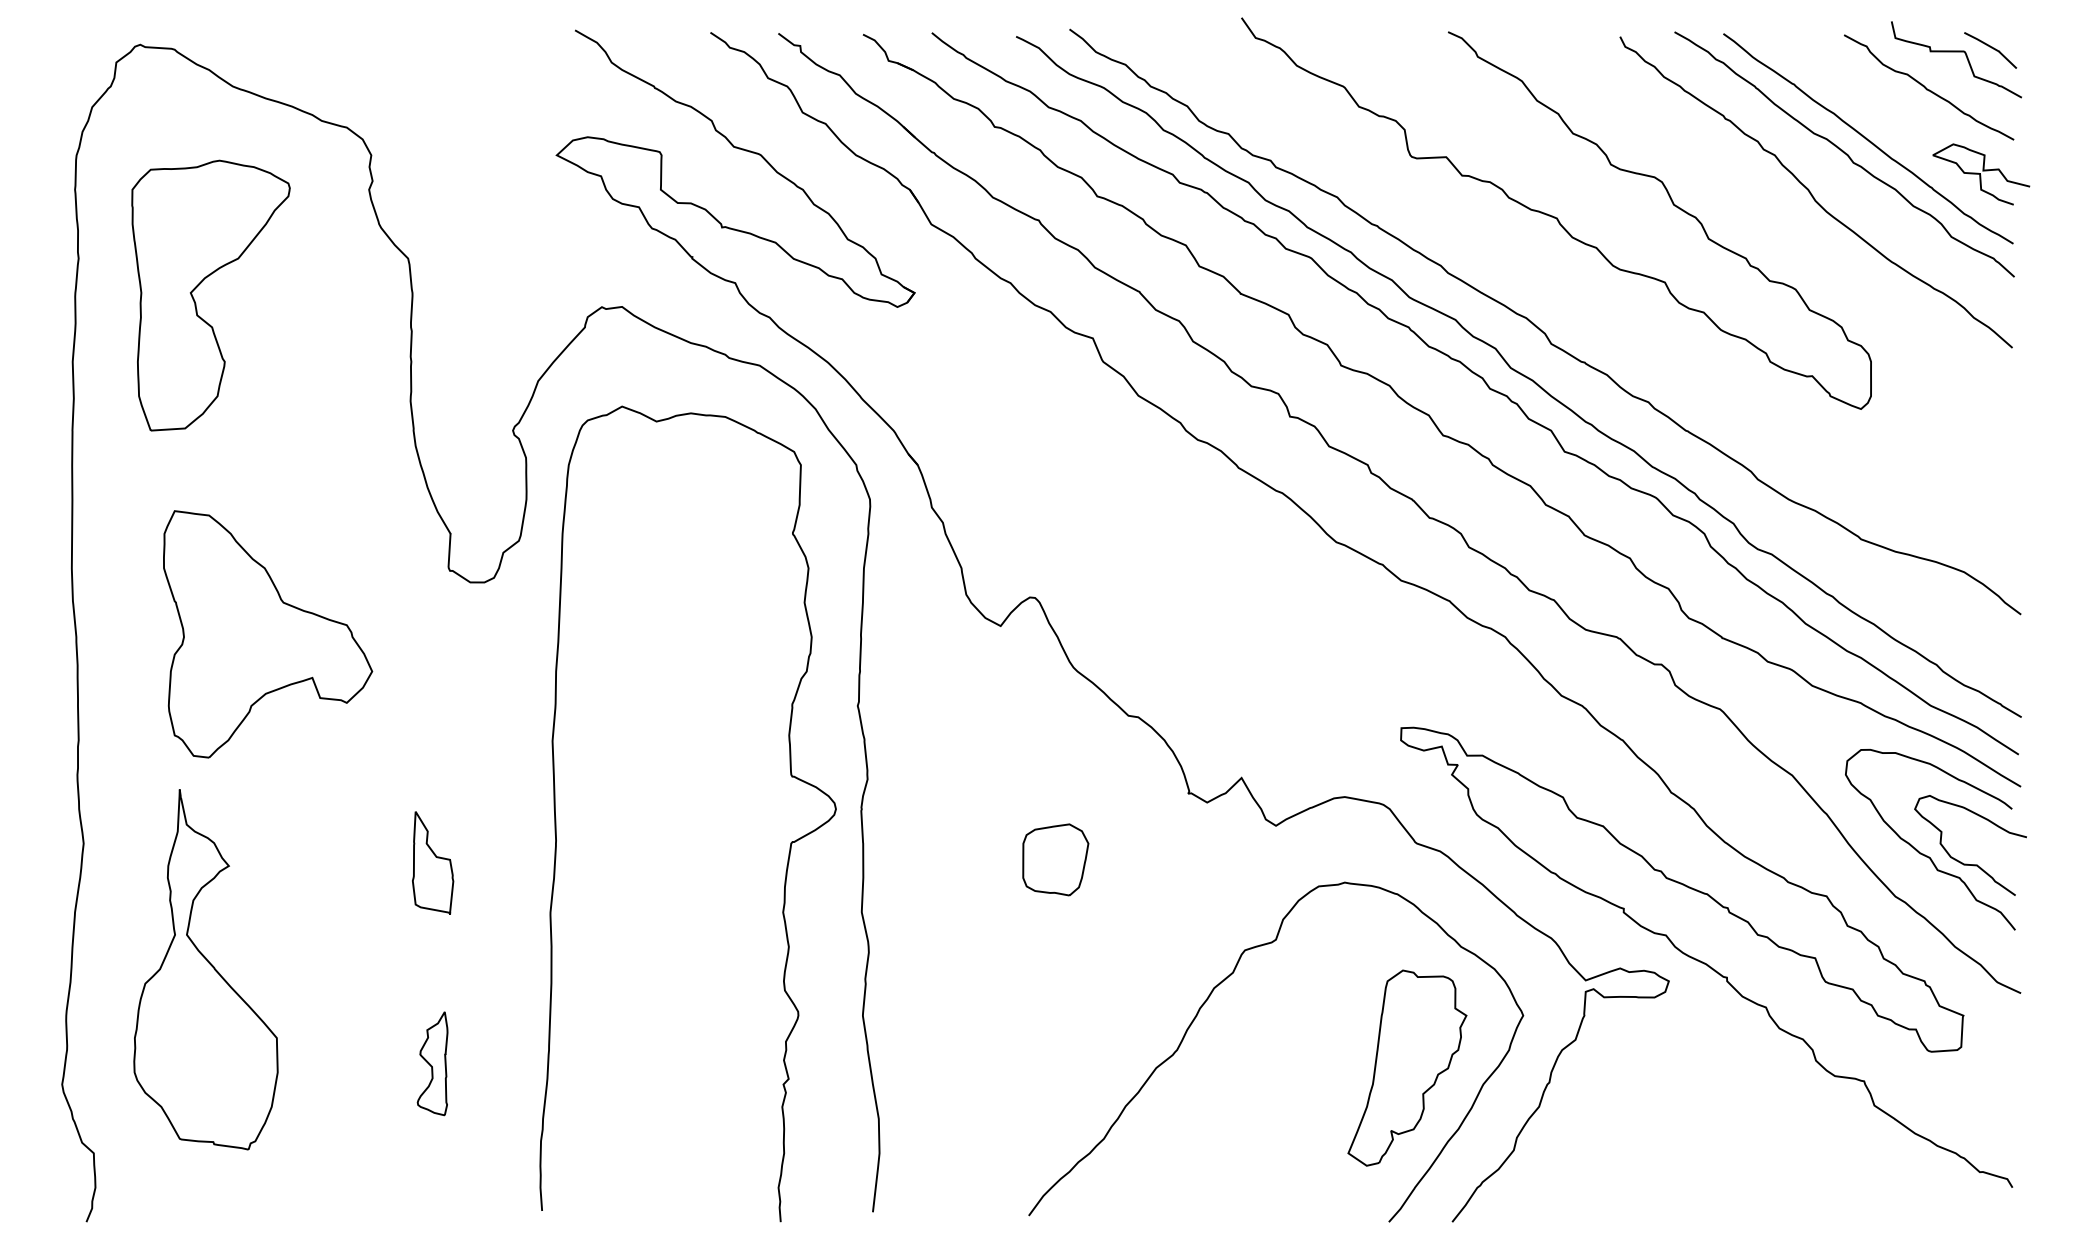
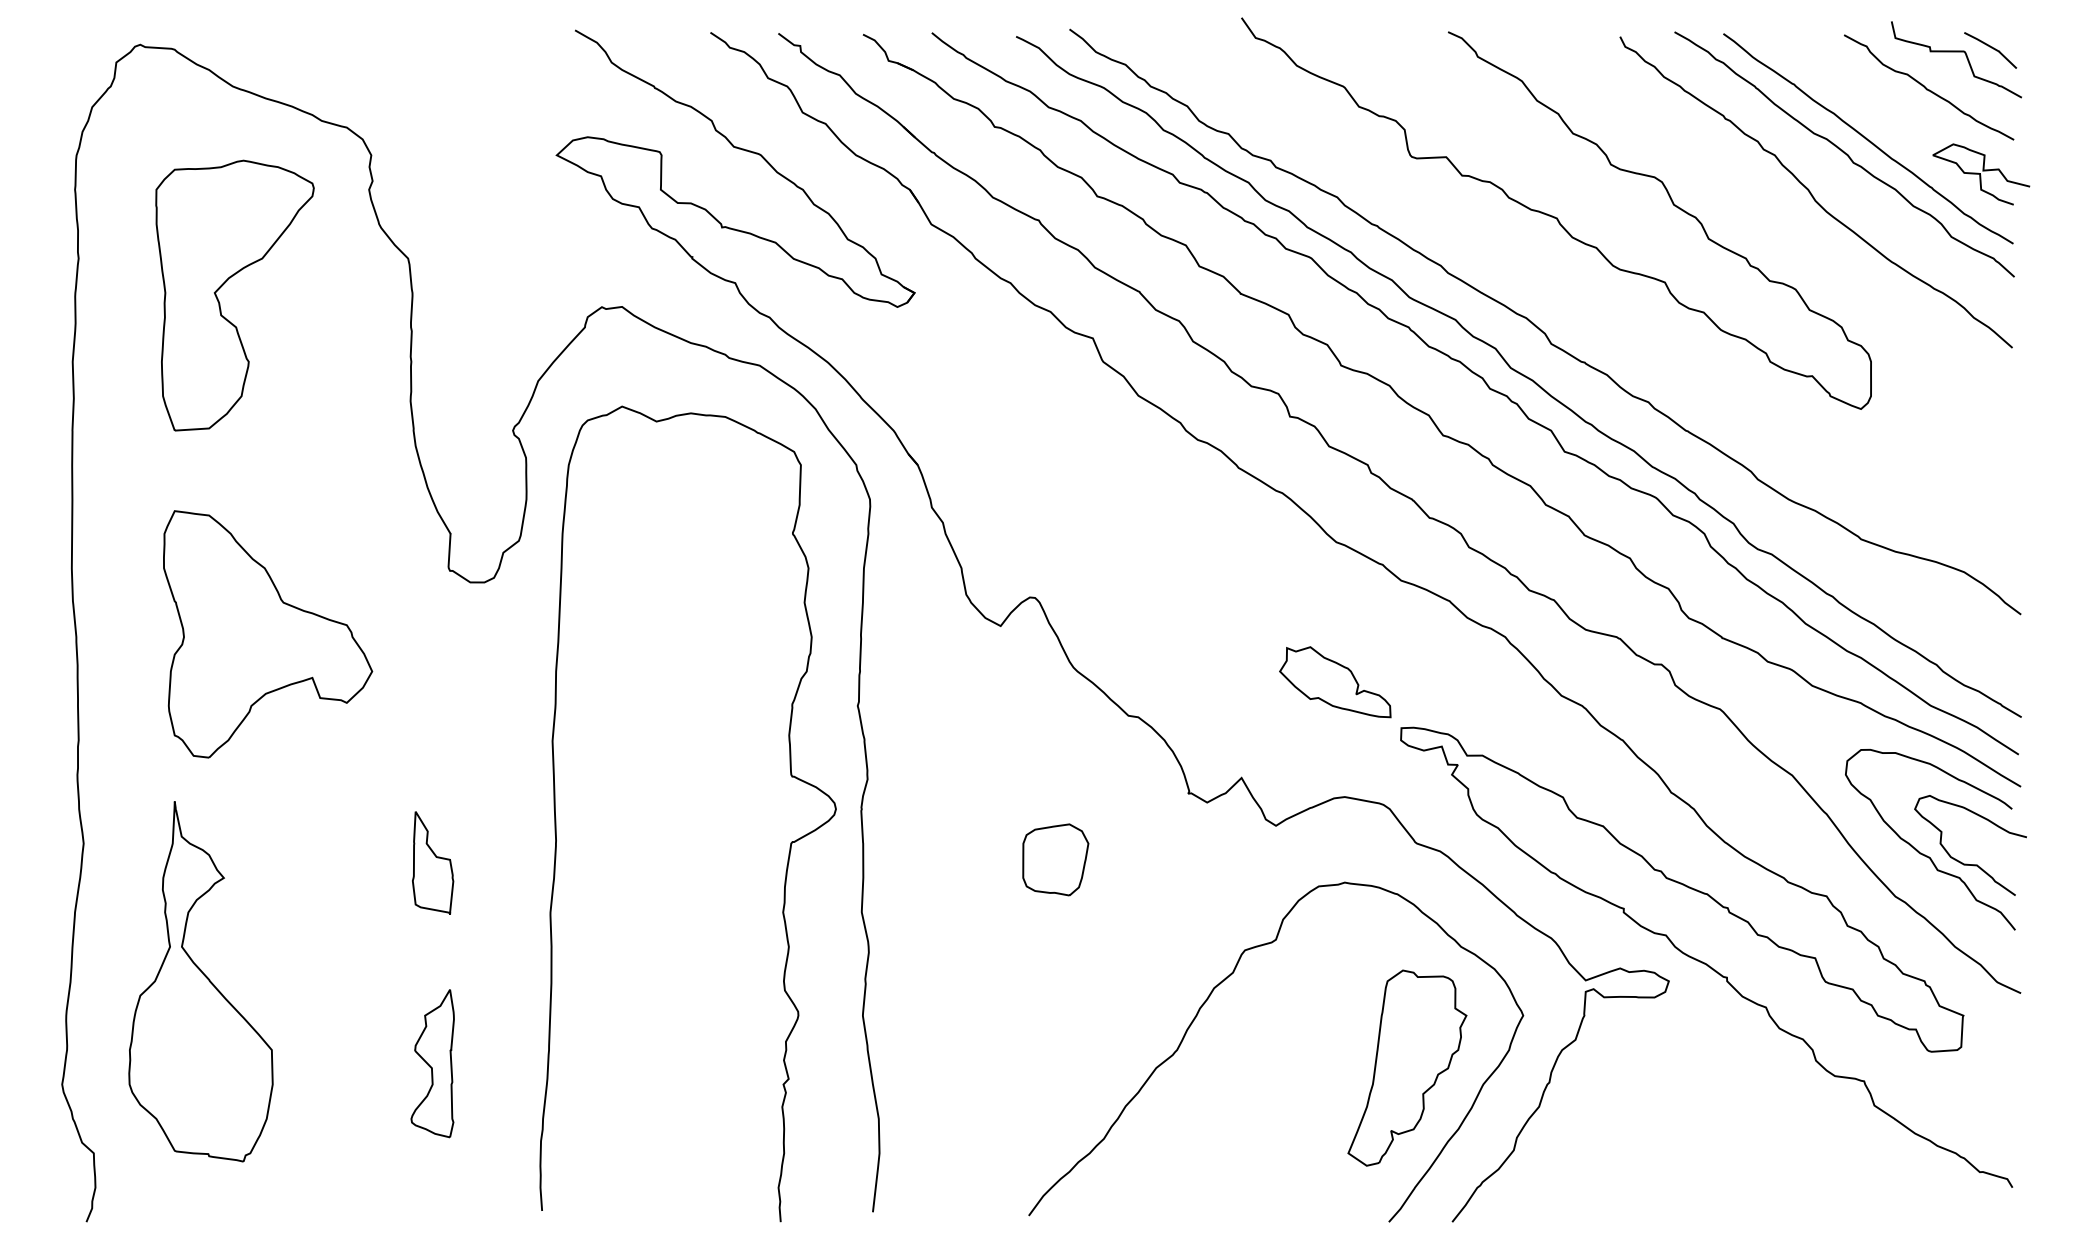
part at (200, 284) position: (200, 284) -> (224, 284)
part at (1335, 682): none -> present
part at (205, 969) position: (205, 969) -> (200, 981)
part at (432, 1063) size: 33x106 px -> 45x150 px
